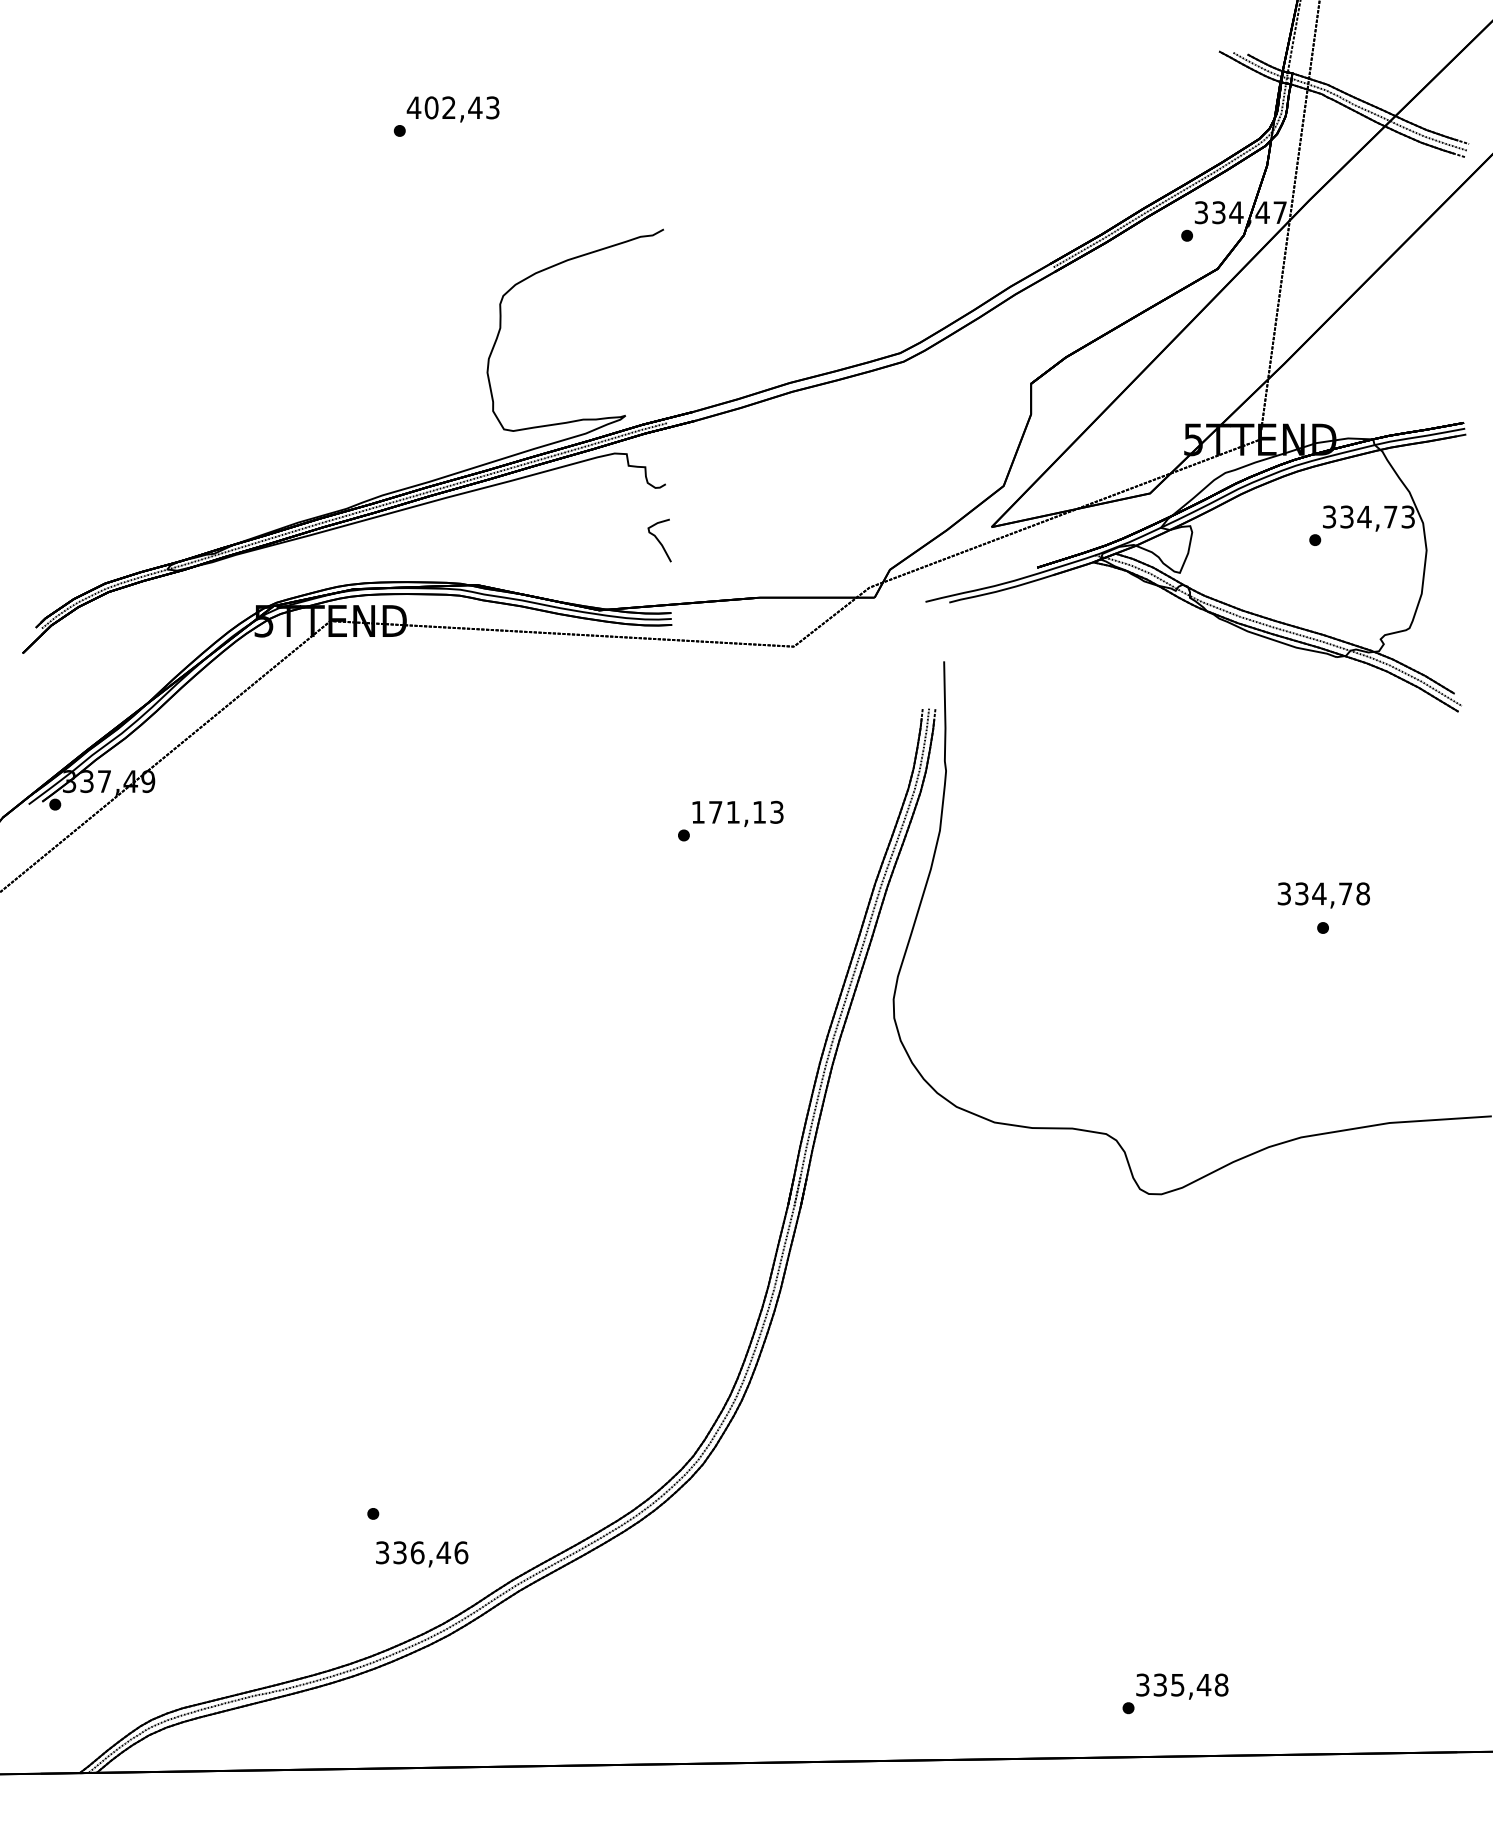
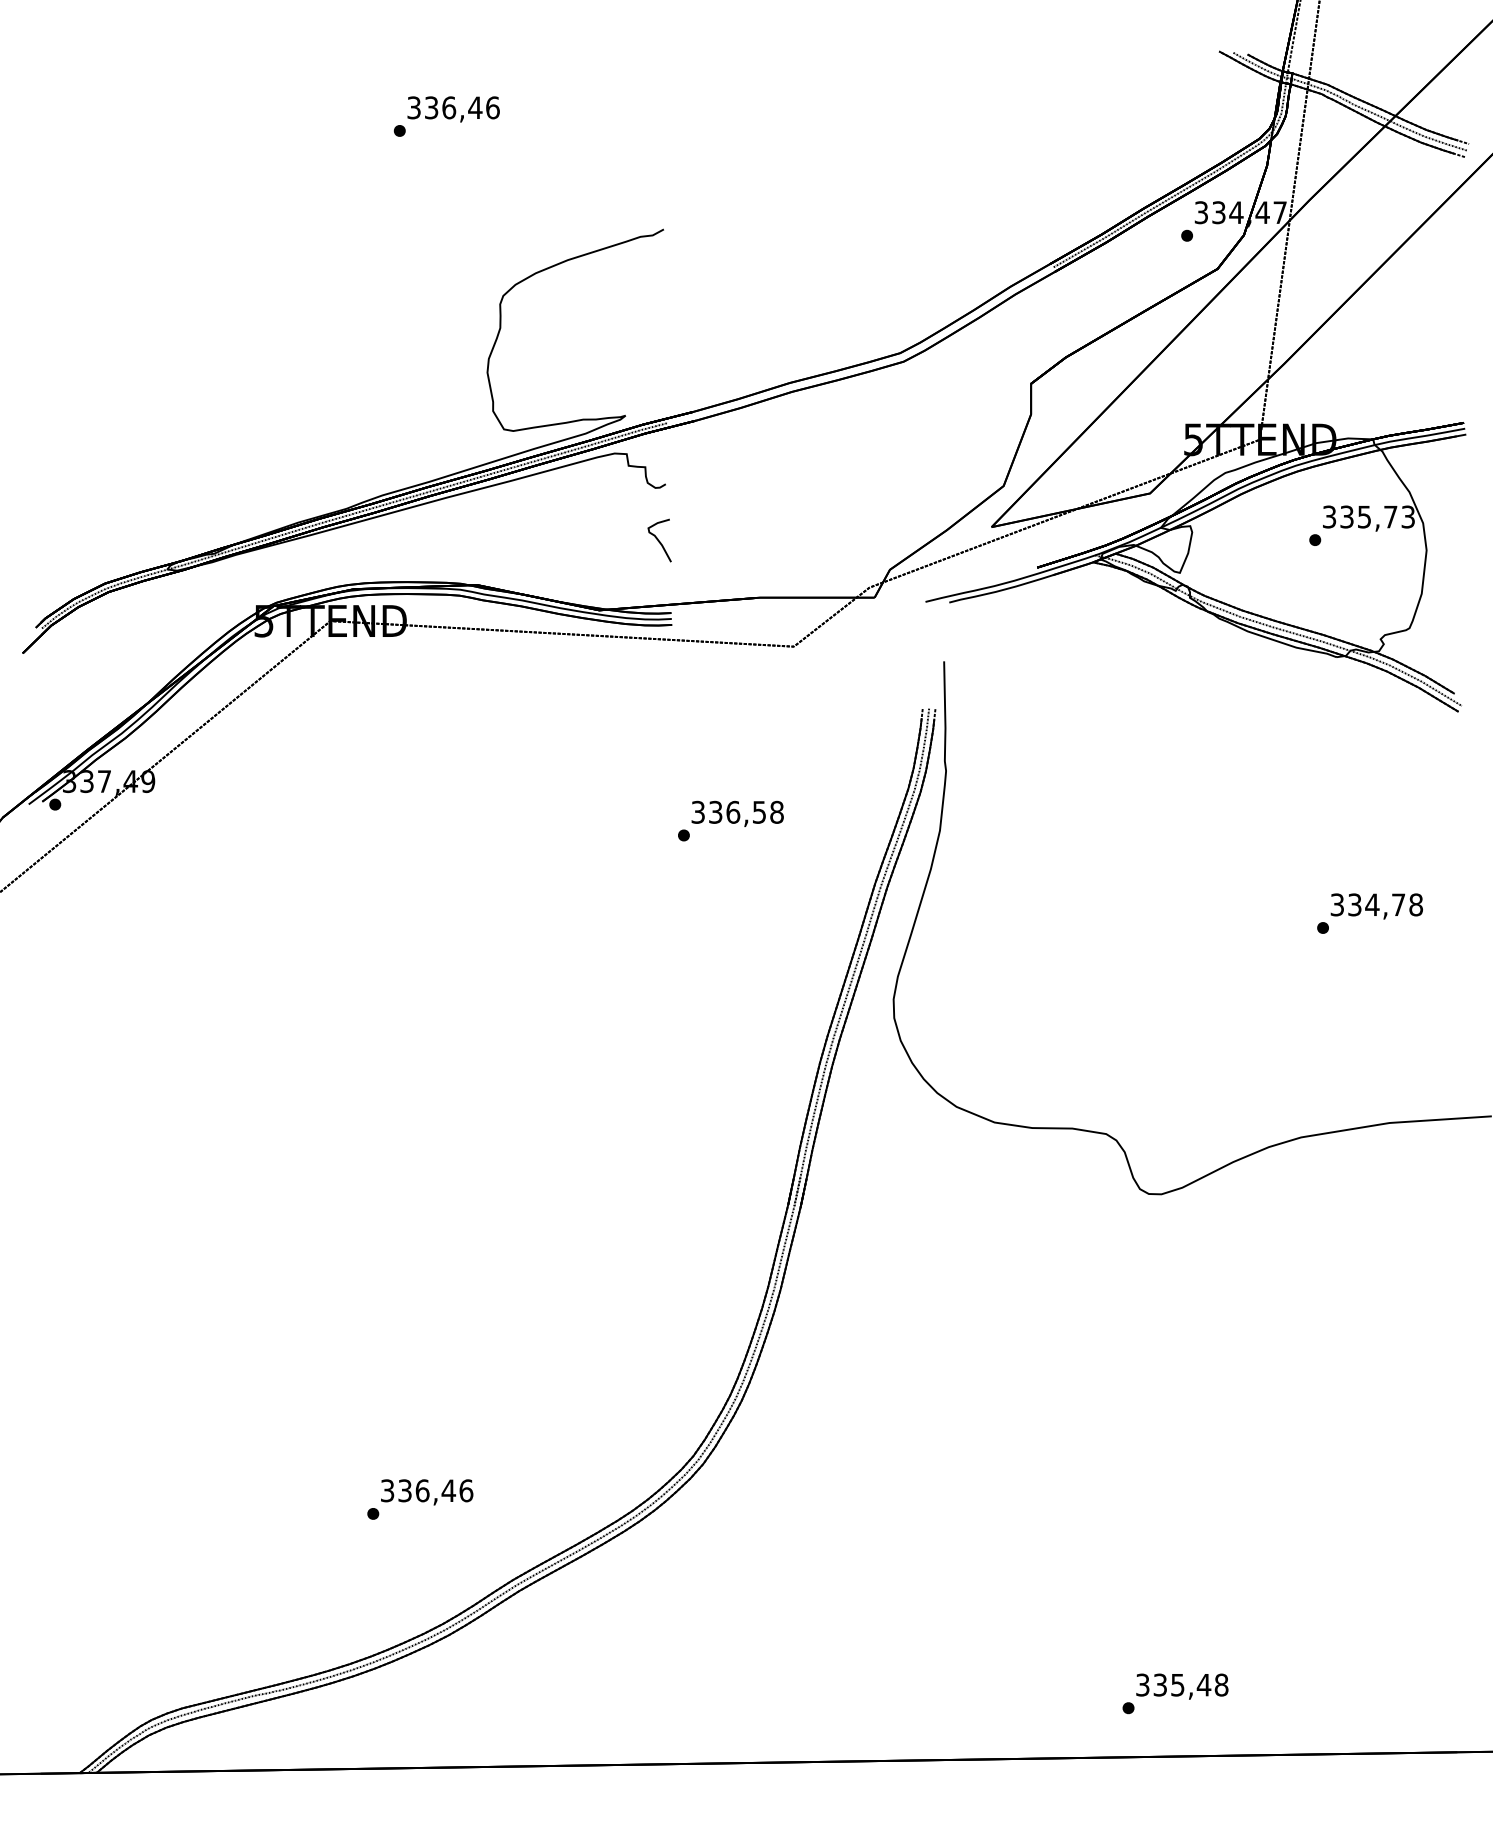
text at (452, 107): 402,43 -> 336,46
text at (1364, 516): 334,73 -> 335,73
text at (737, 811): 171,13 -> 336,58
text at (1323, 895) position: (1323, 895) -> (1376, 906)
text at (422, 1554) position: (422, 1554) -> (427, 1492)
